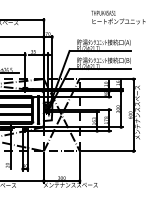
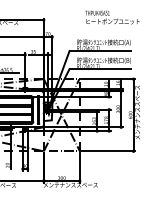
text at (118, 17) position: (118, 17) -> (112, 17)
